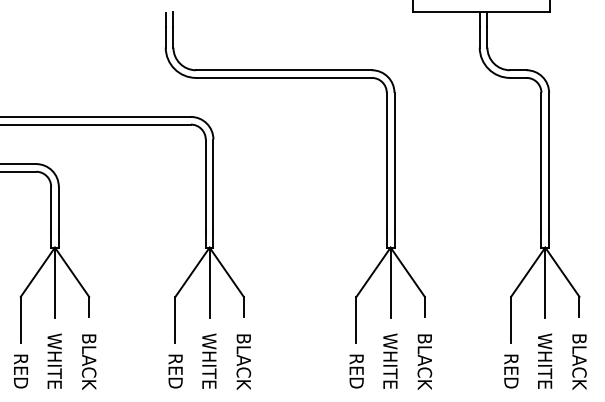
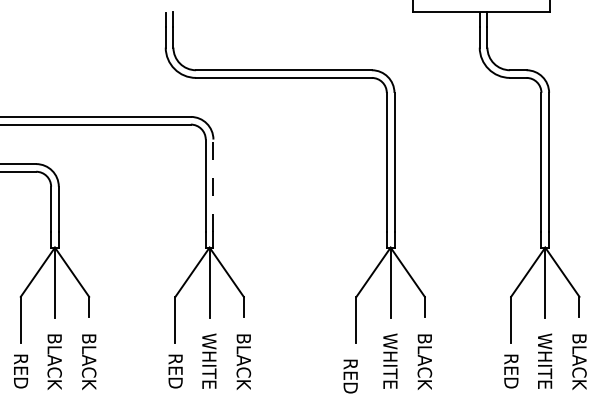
line at (213, 185): solid -> dashed
text at (54, 361): WHITE -> BLACK
text at (356, 371) position: (356, 371) -> (350, 376)
